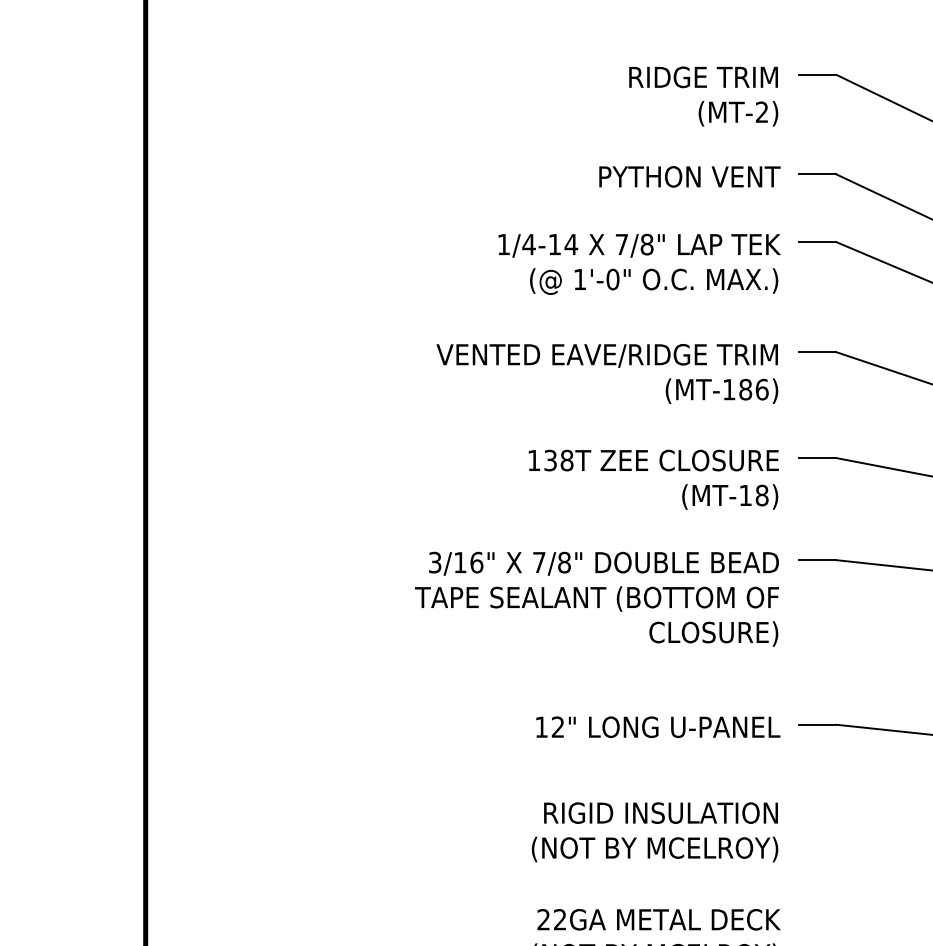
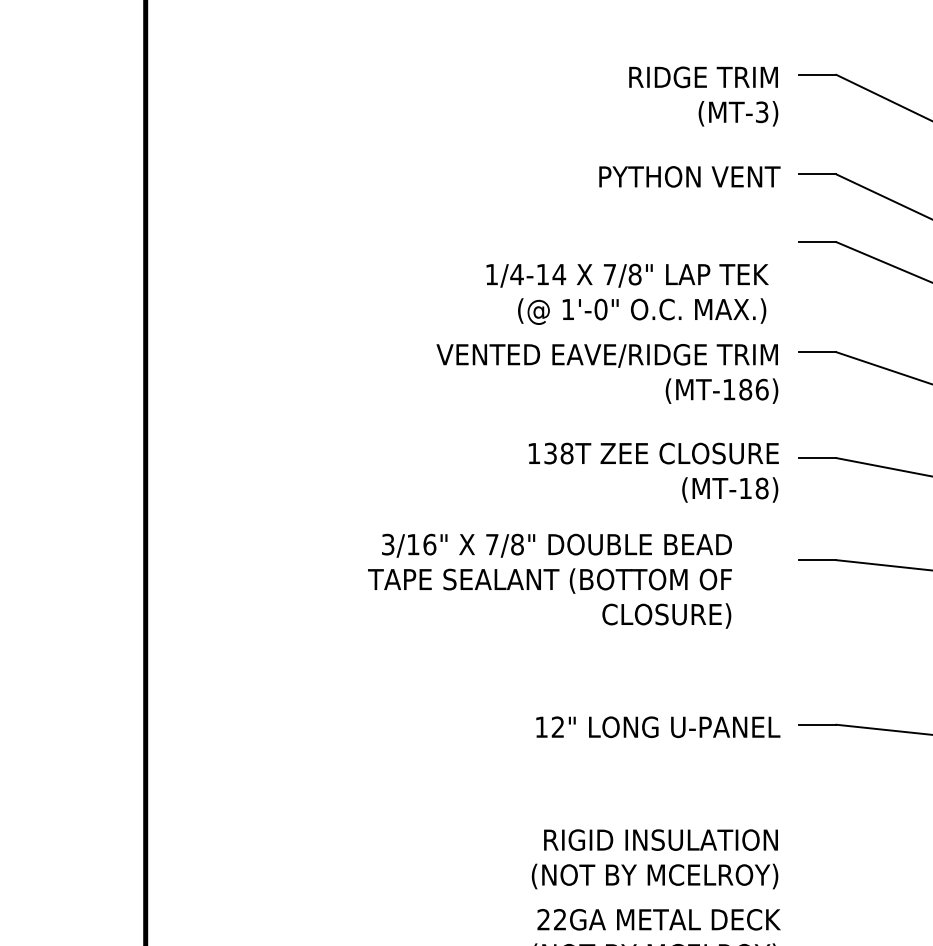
text at (762, 112): (MT-2) -> (MT-3)
text at (639, 263) position: (639, 263) -> (627, 293)
text at (653, 479) position: (653, 479) -> (653, 472)
text at (596, 598) position: (596, 598) -> (549, 580)
text at (654, 832) position: (654, 832) -> (654, 859)
